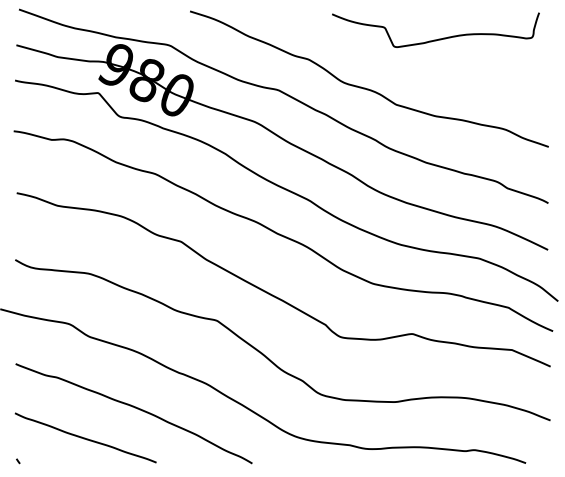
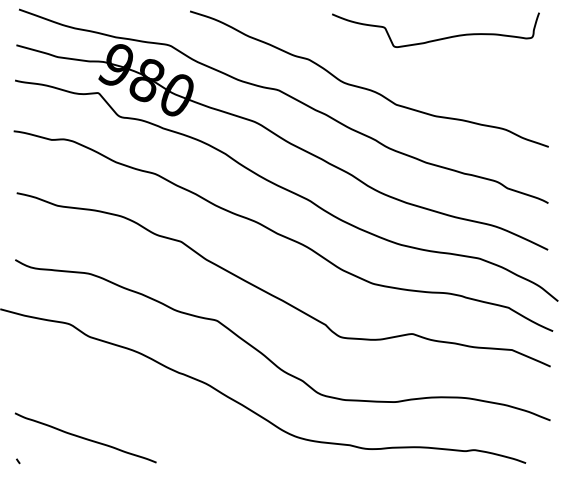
curve at (135, 408): present -> none
